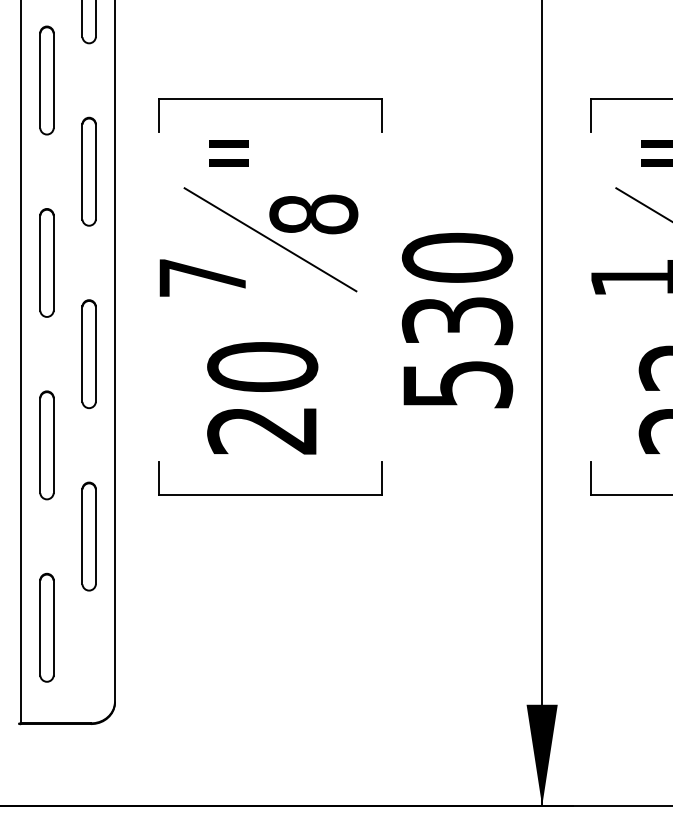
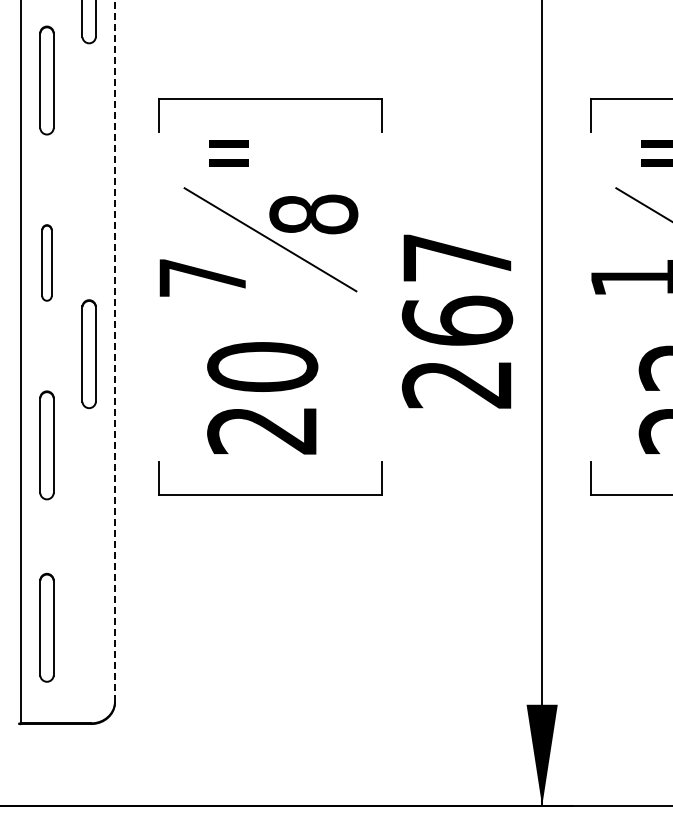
part at (88, 171): present -> none
part at (46, 262) size: 16x110 px -> 12x78 px
text at (457, 320): 530 -> 267
line at (115, 350): solid -> dashed
part at (88, 536): present -> none
